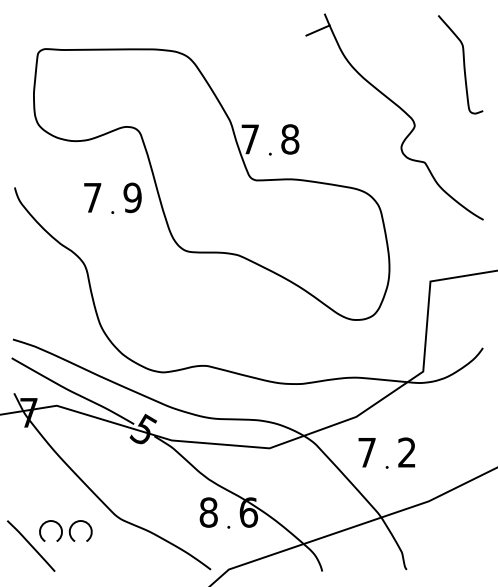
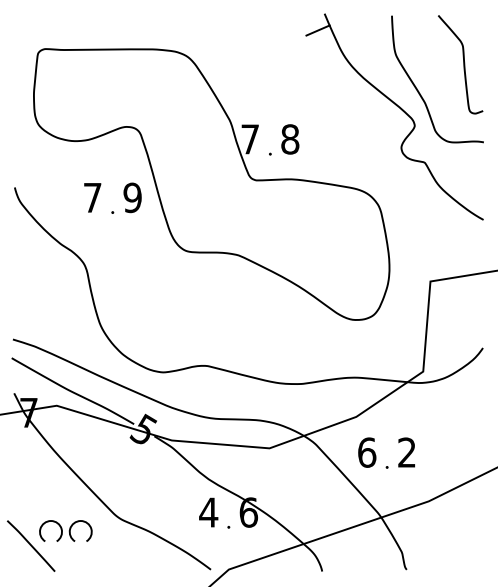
curve at (419, 91): none -> present
text at (367, 452): 7 -> 6
text at (208, 512): 8 -> 4
